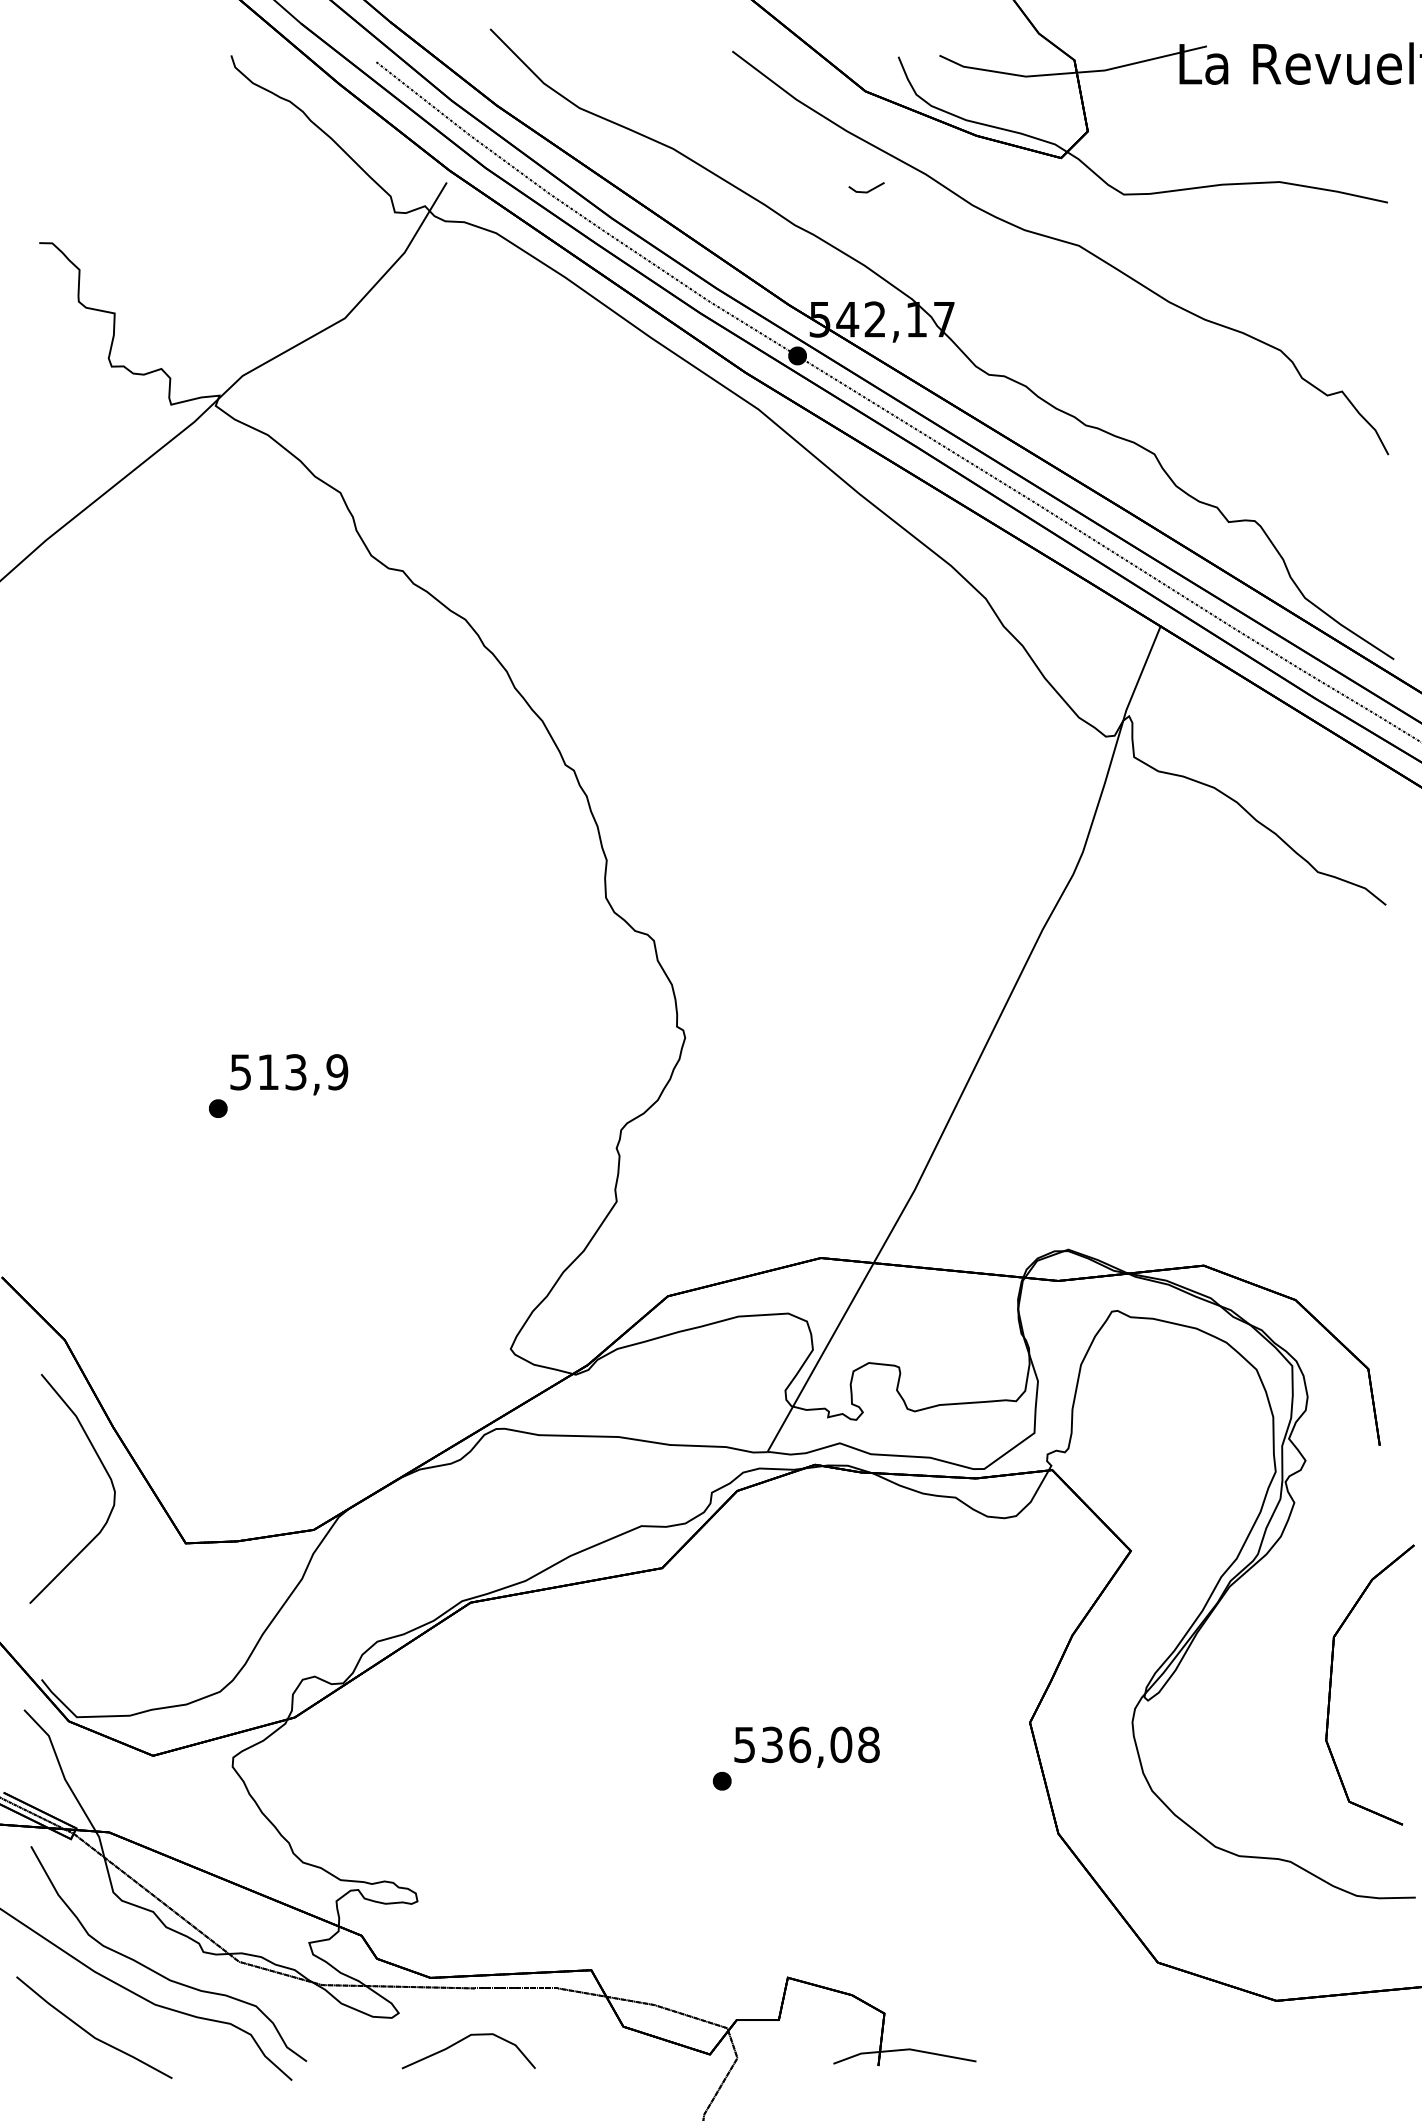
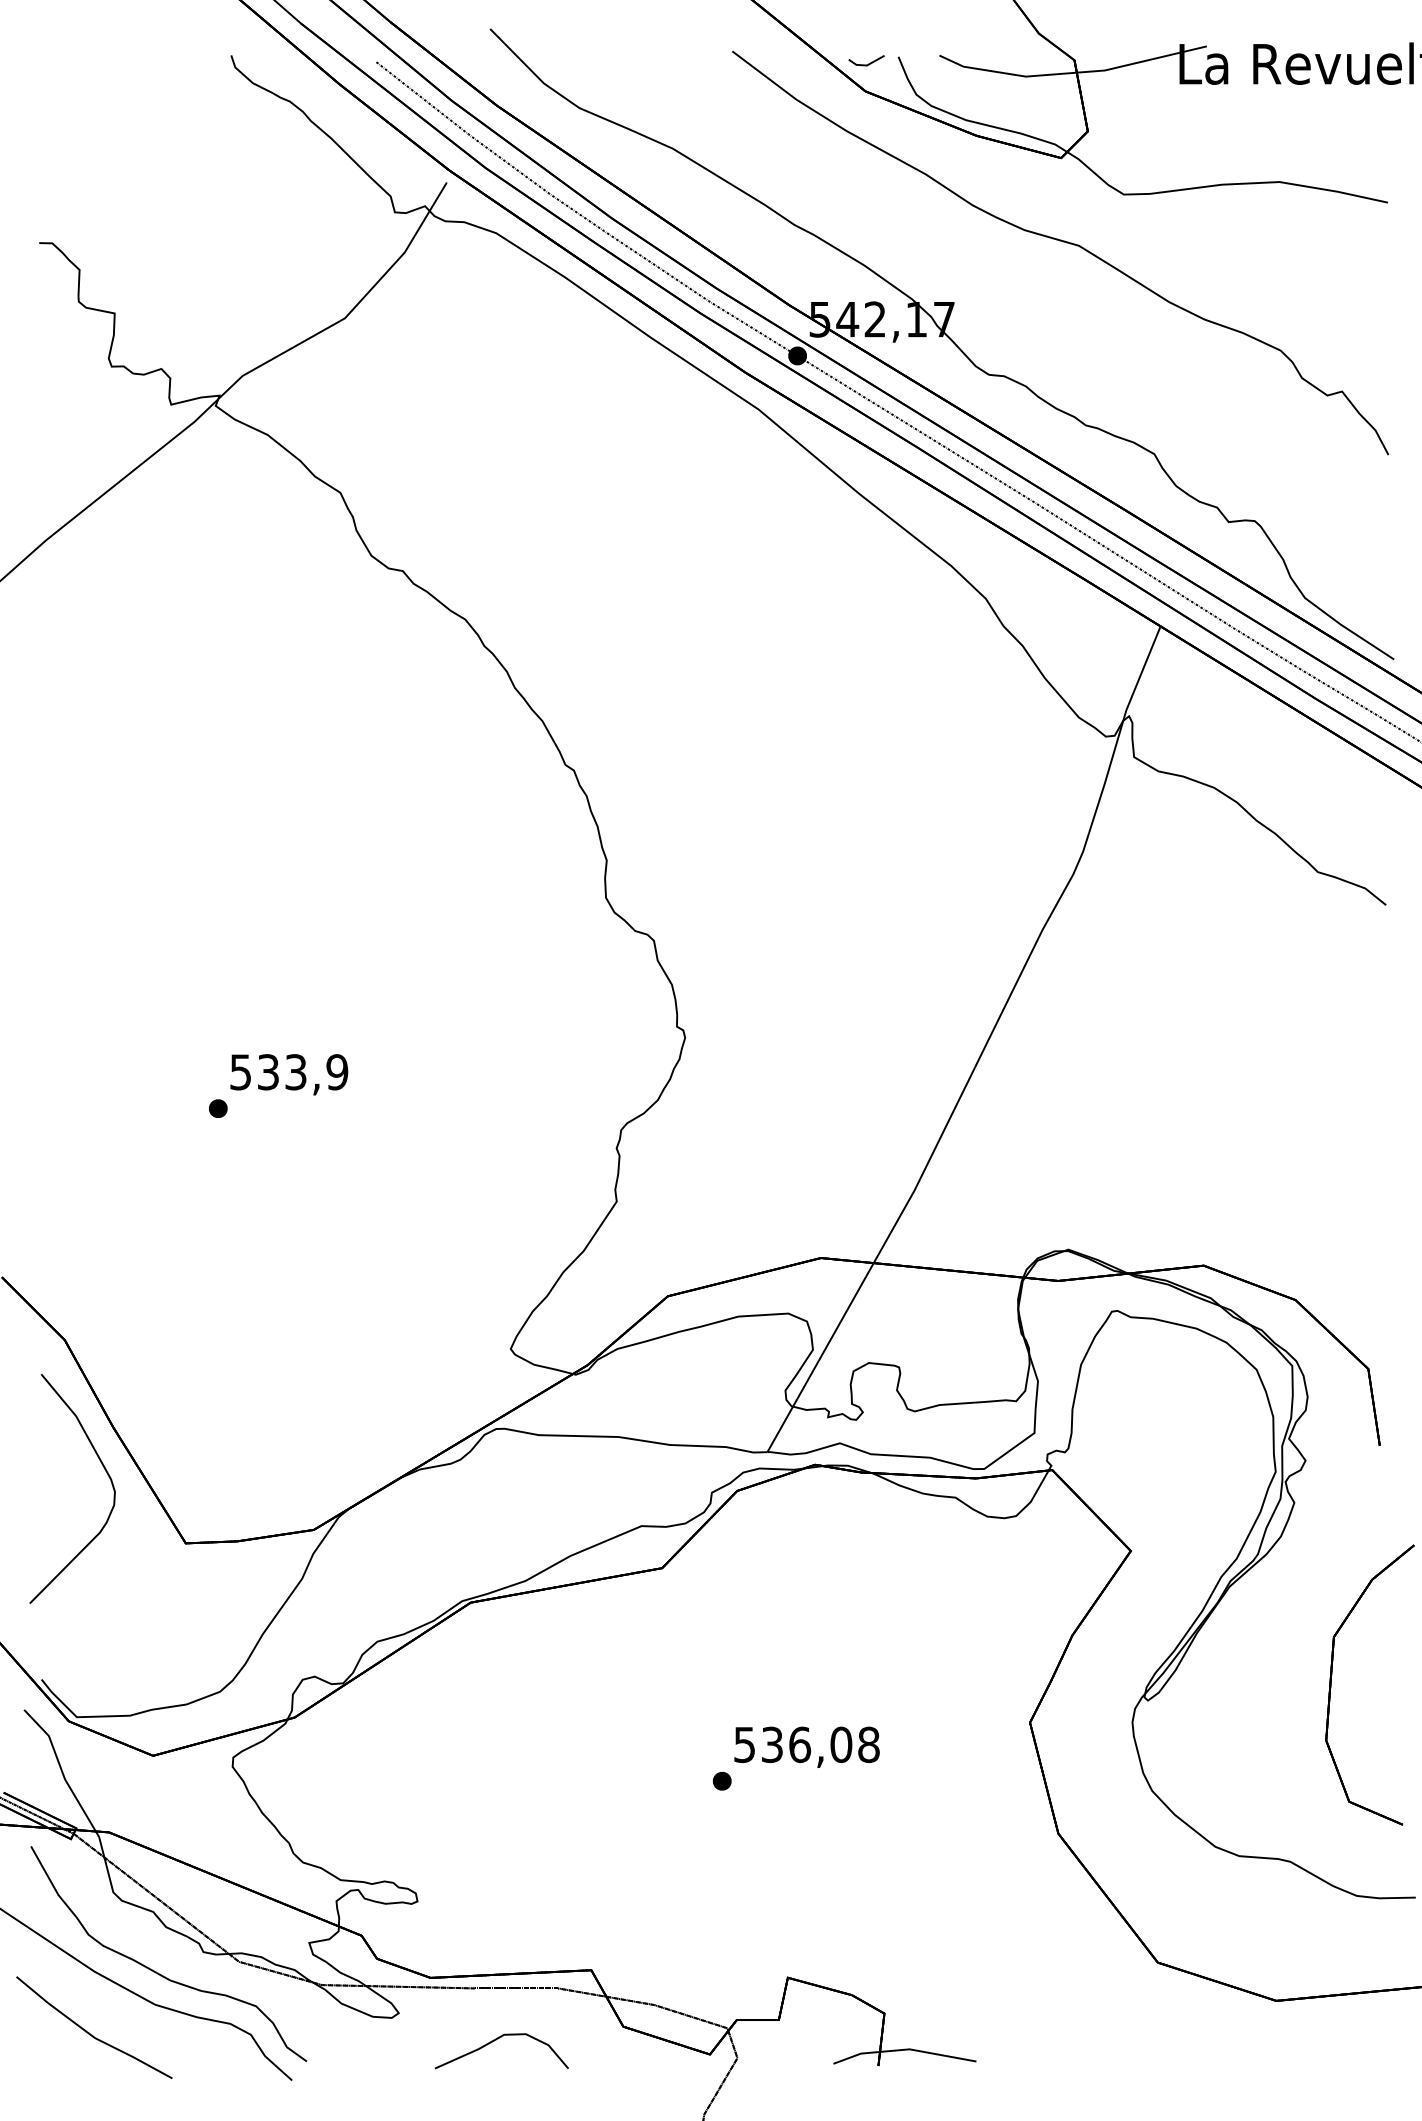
line at (868, 190) position: (868, 190) -> (868, 63)
text at (268, 1072): 513,9 -> 533,9
curve at (463, 2040) position: (463, 2040) -> (496, 2040)
